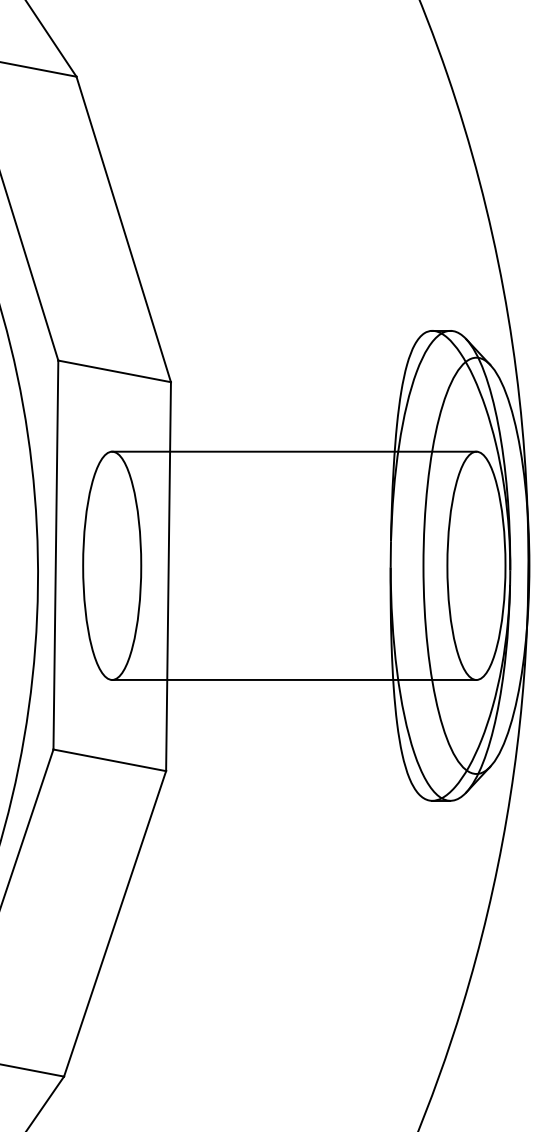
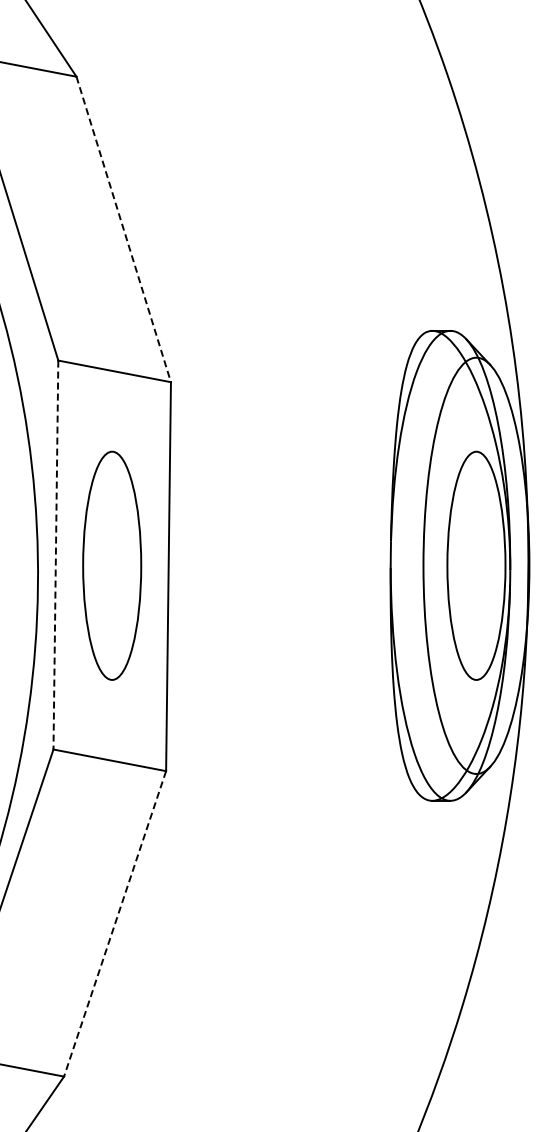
line at (123, 229): solid -> dashed
line at (294, 451): present -> none
line at (55, 555): solid -> dashed
line at (294, 679): present -> none
line at (114, 924): solid -> dashed
